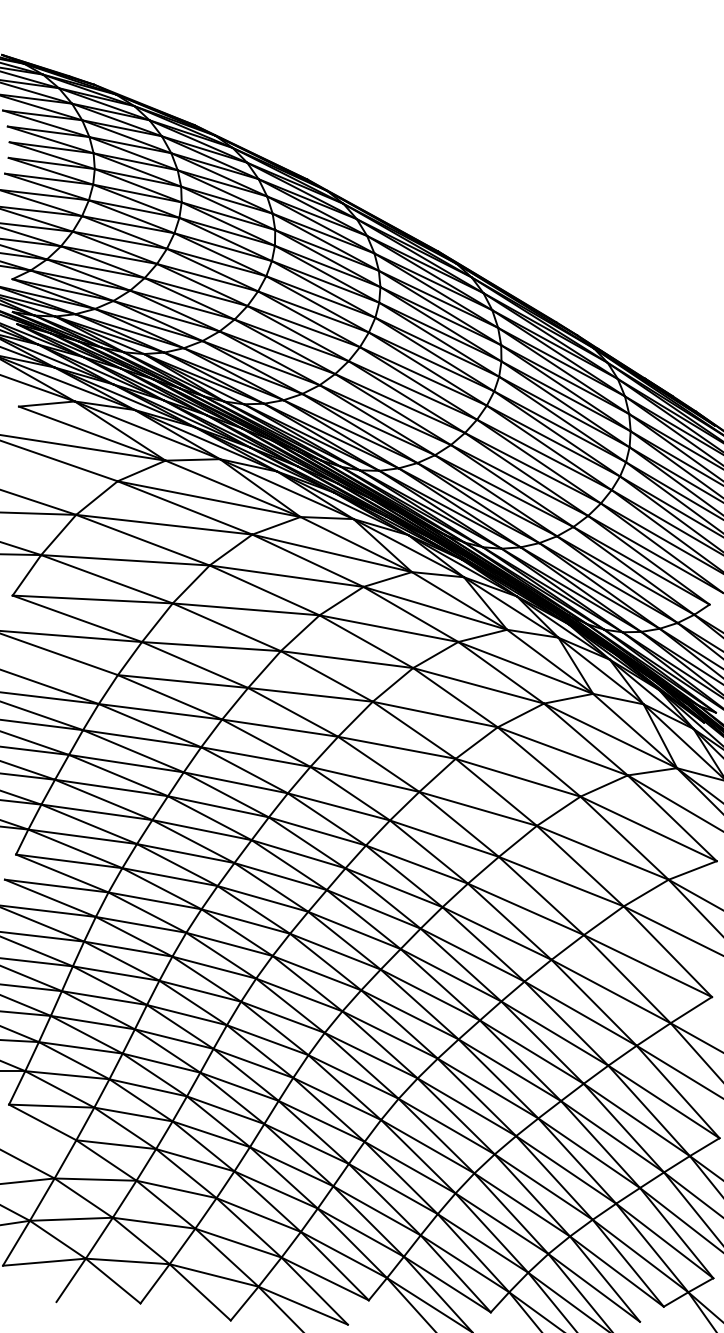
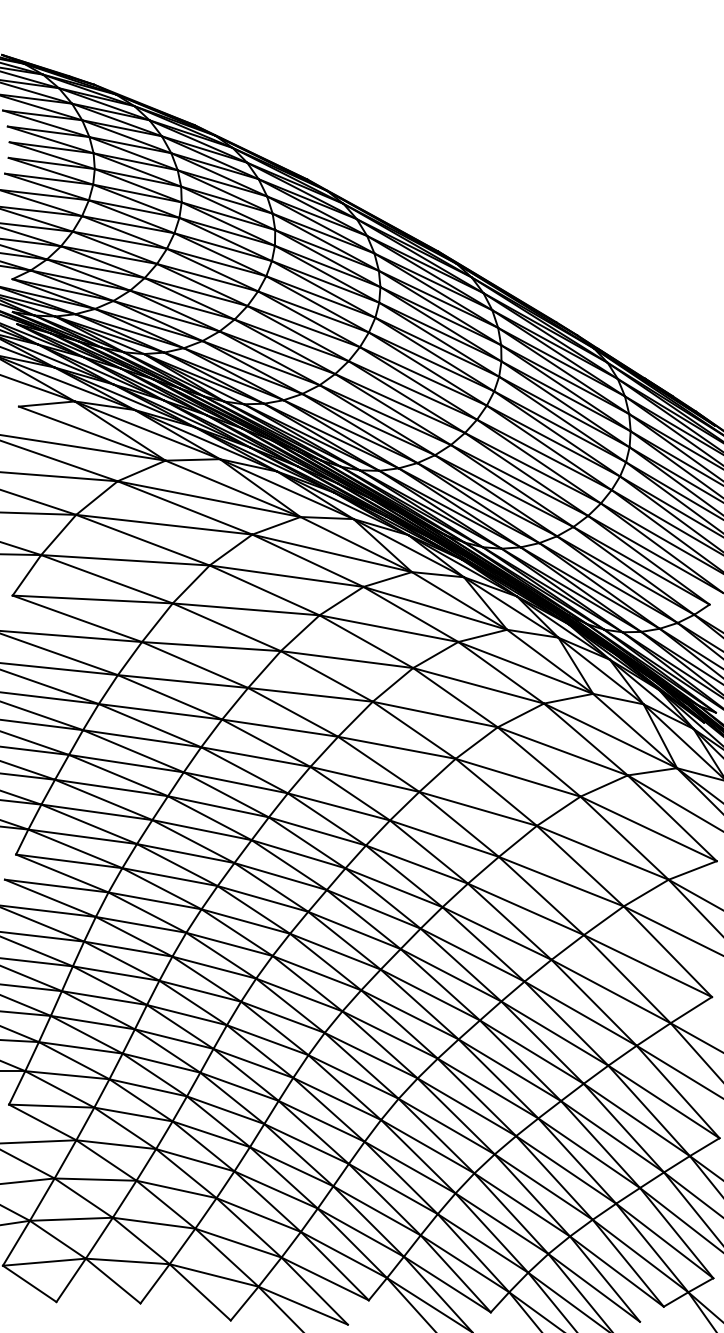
line at (59, 476): none -> present
line at (59, 669): none -> present
line at (39, 1141): none -> present
line at (29, 1283): none -> present
